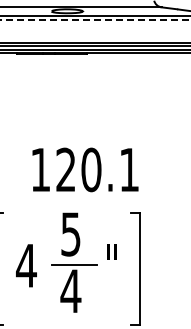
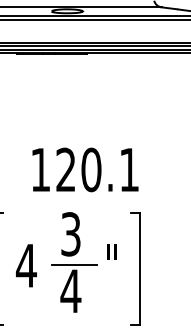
line at (95, 20): dashed -> solid
text at (70, 233): 5 -> 3
